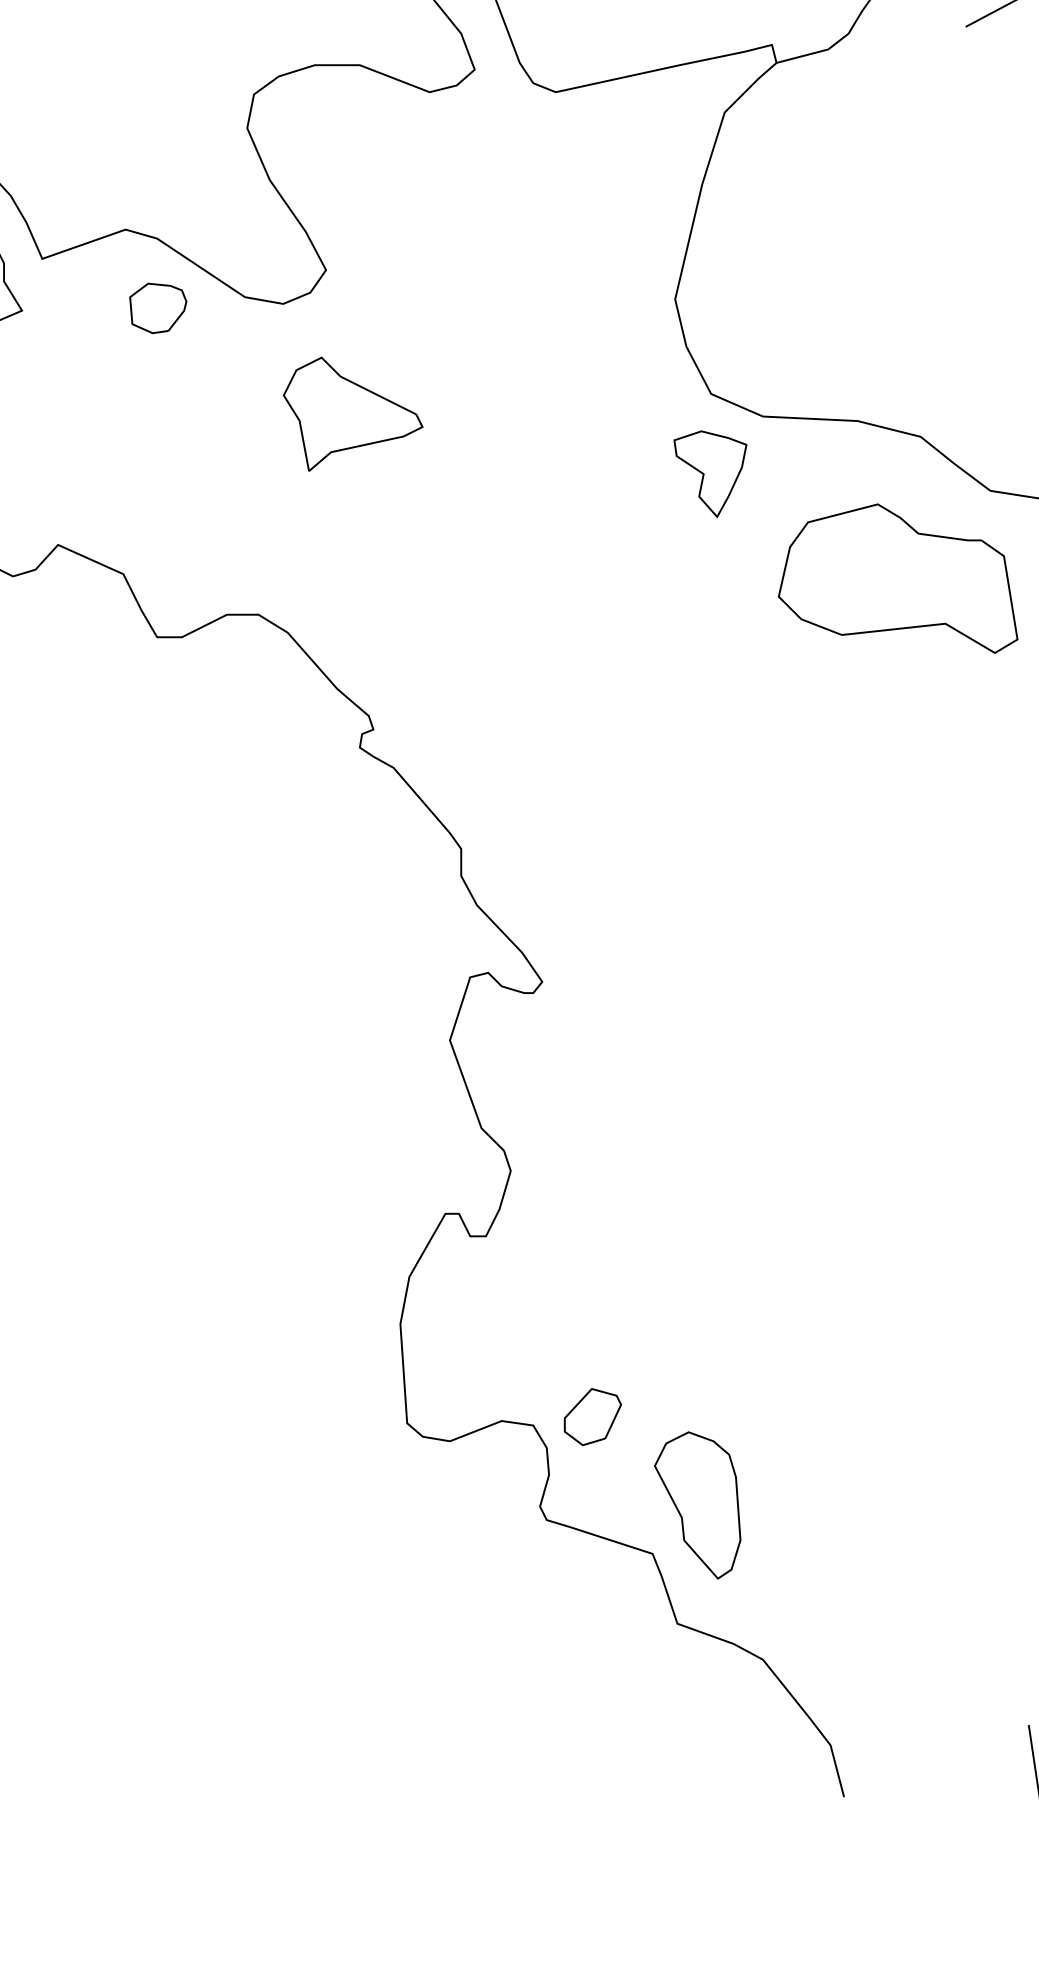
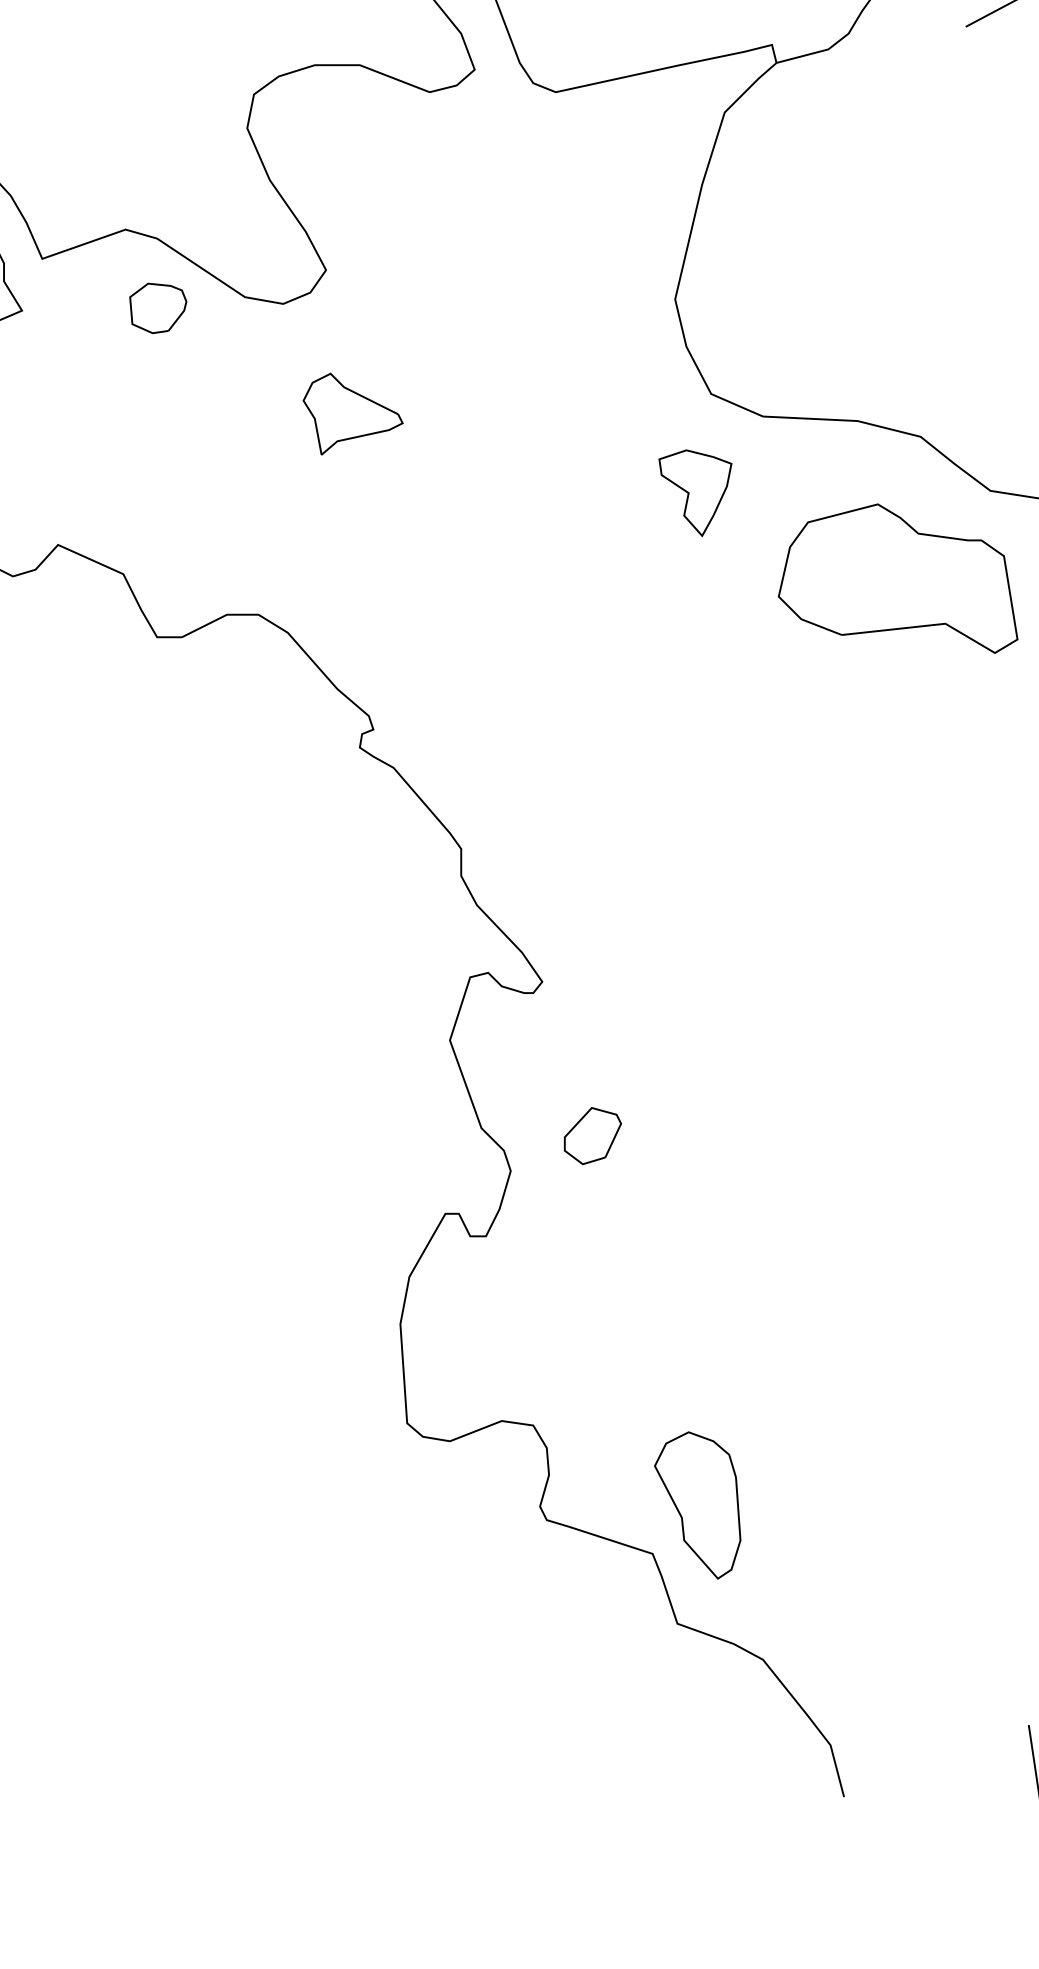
part at (352, 413) size: 142x116 px -> 102x84 px
part at (710, 474) position: (710, 474) -> (695, 493)
part at (592, 1417) position: (592, 1417) -> (592, 1136)
